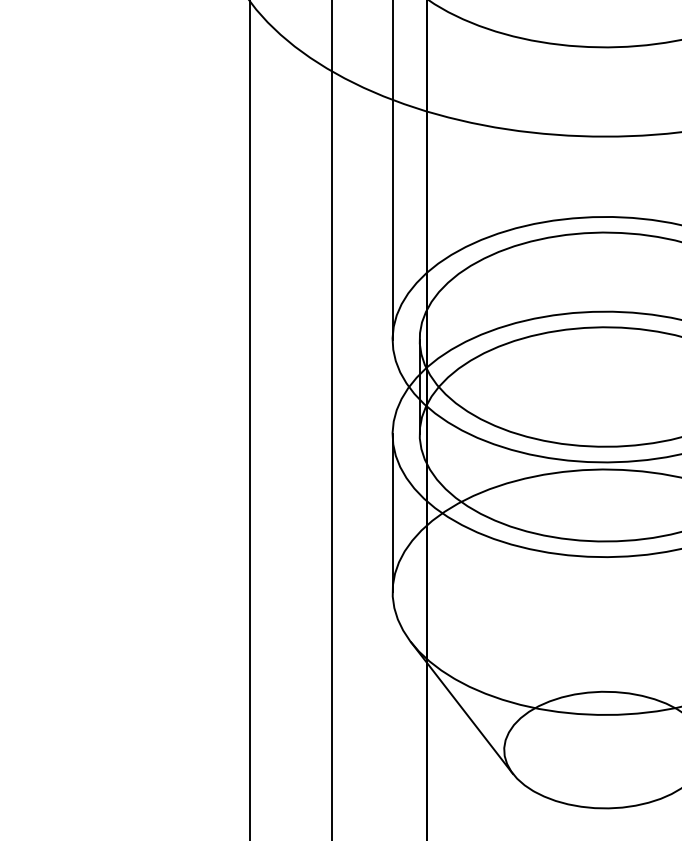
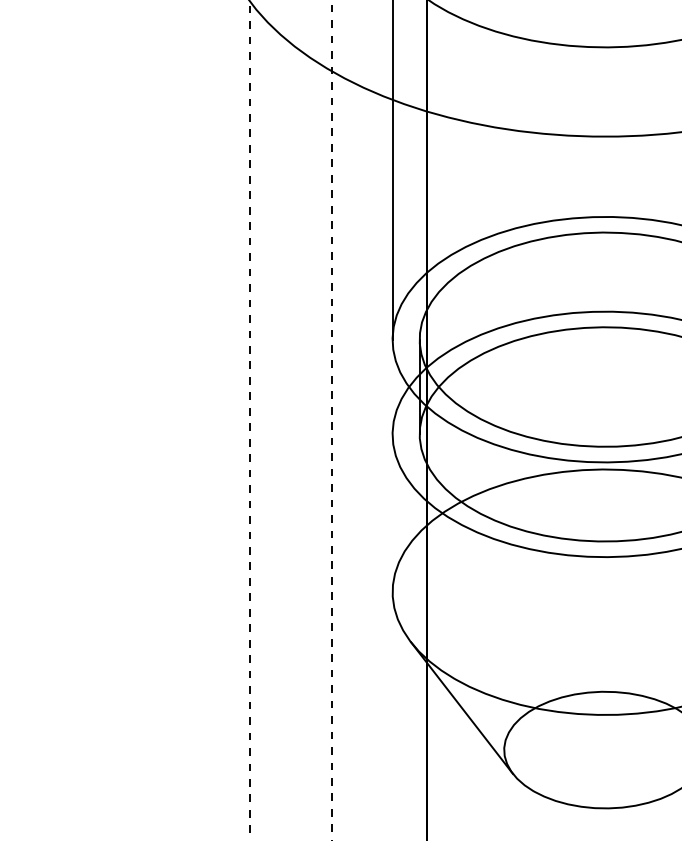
line at (249, 420): solid -> dashed
line at (331, 420): solid -> dashed
line at (392, 513): present -> none
